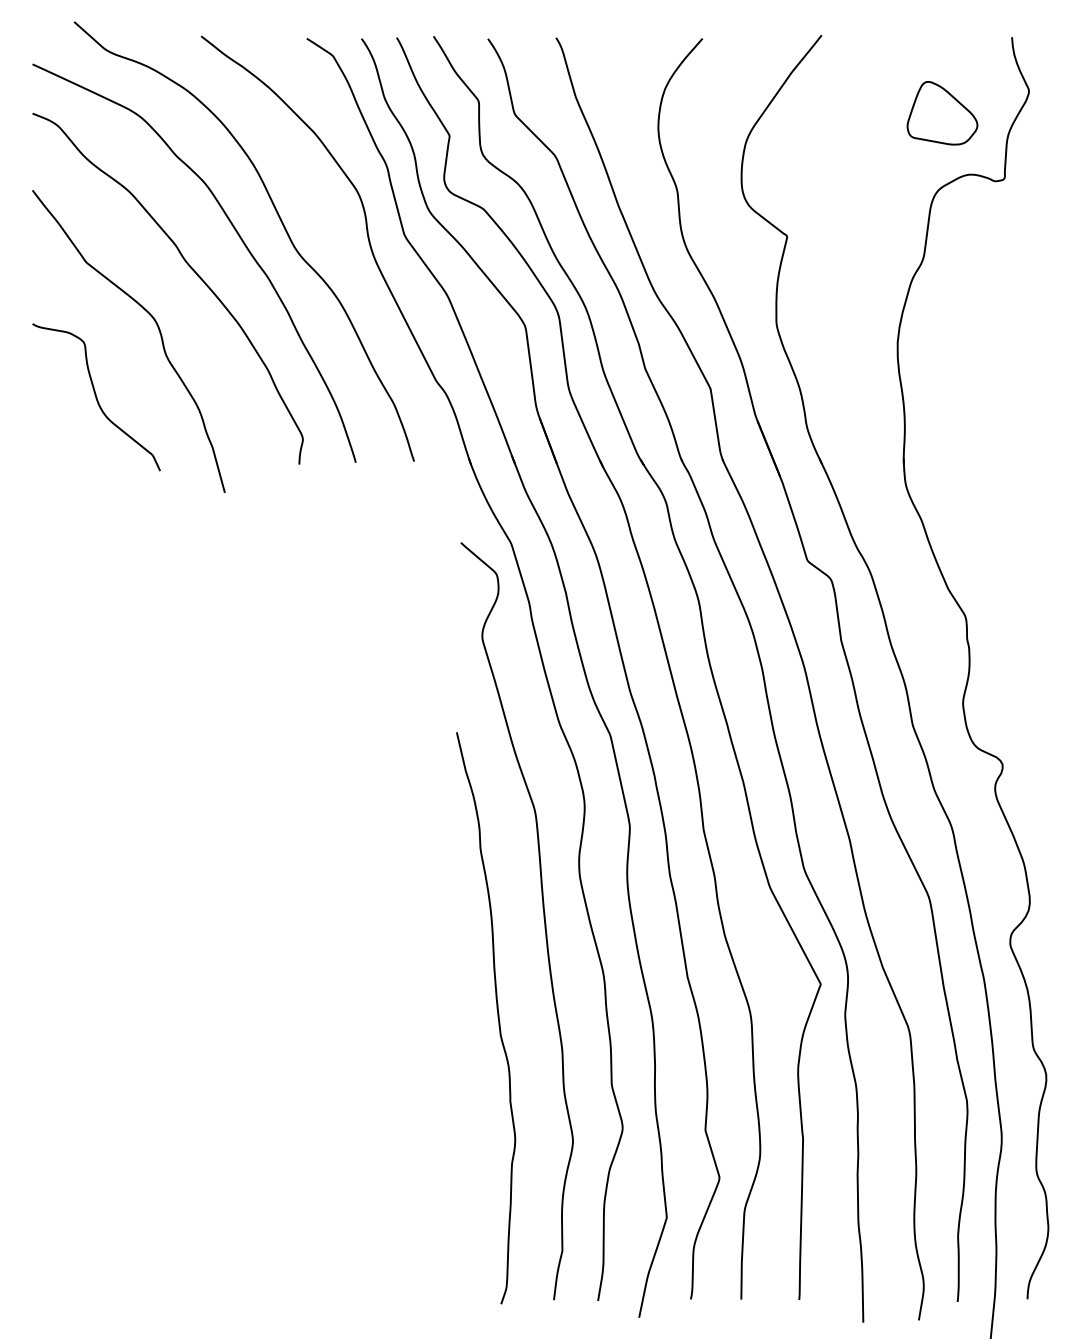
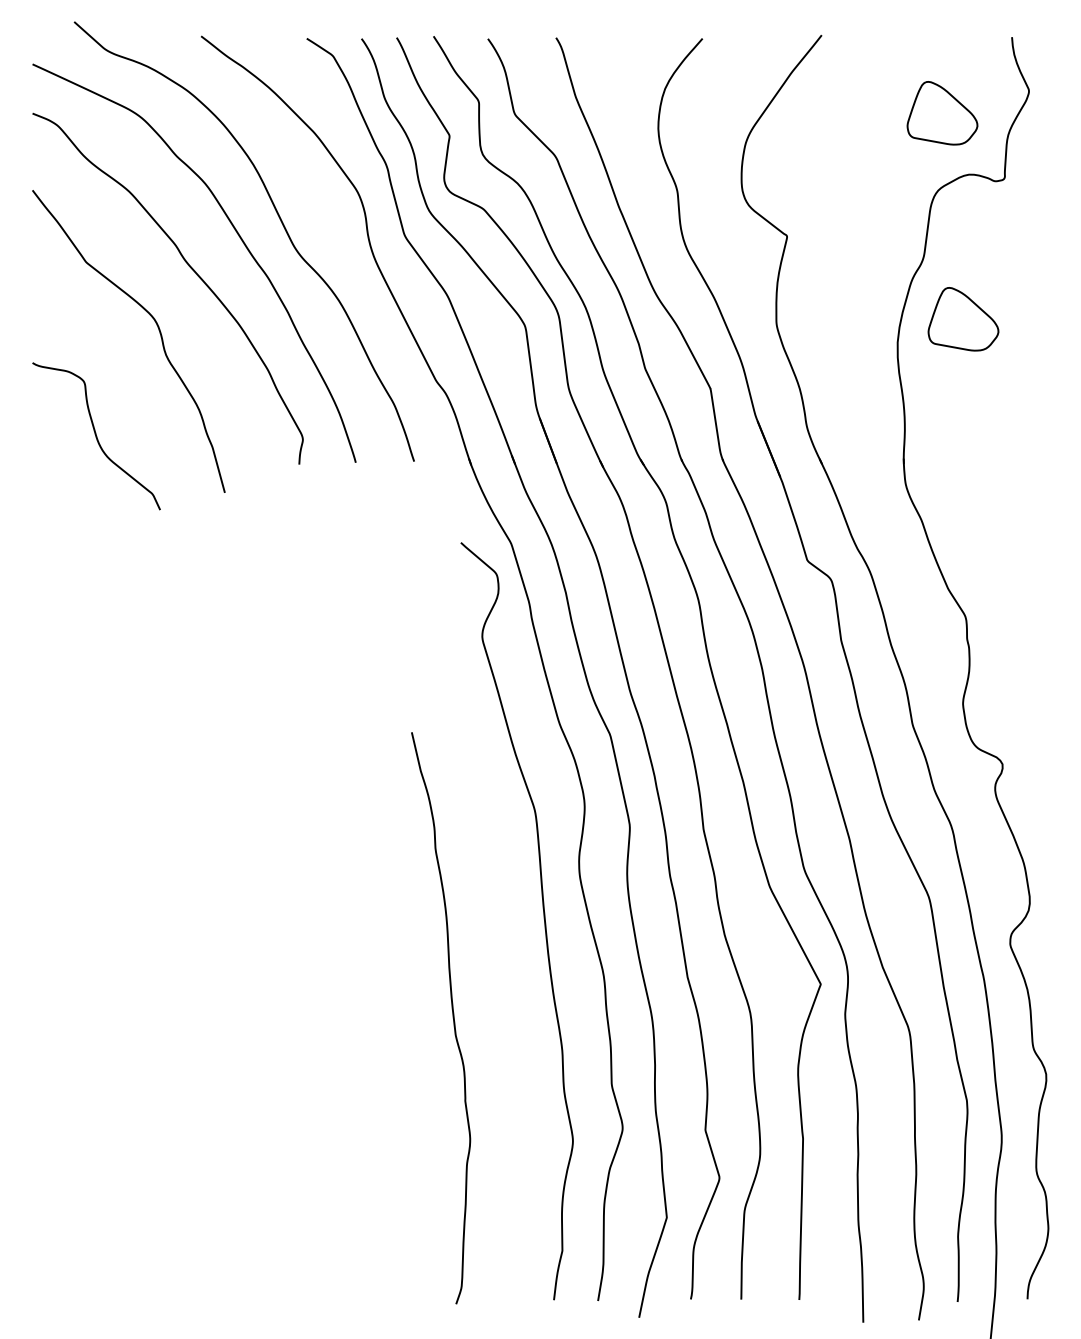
part at (963, 319): none -> present
curve at (96, 397) position: (96, 397) -> (96, 436)
curve at (497, 1018) position: (497, 1018) -> (452, 1018)
